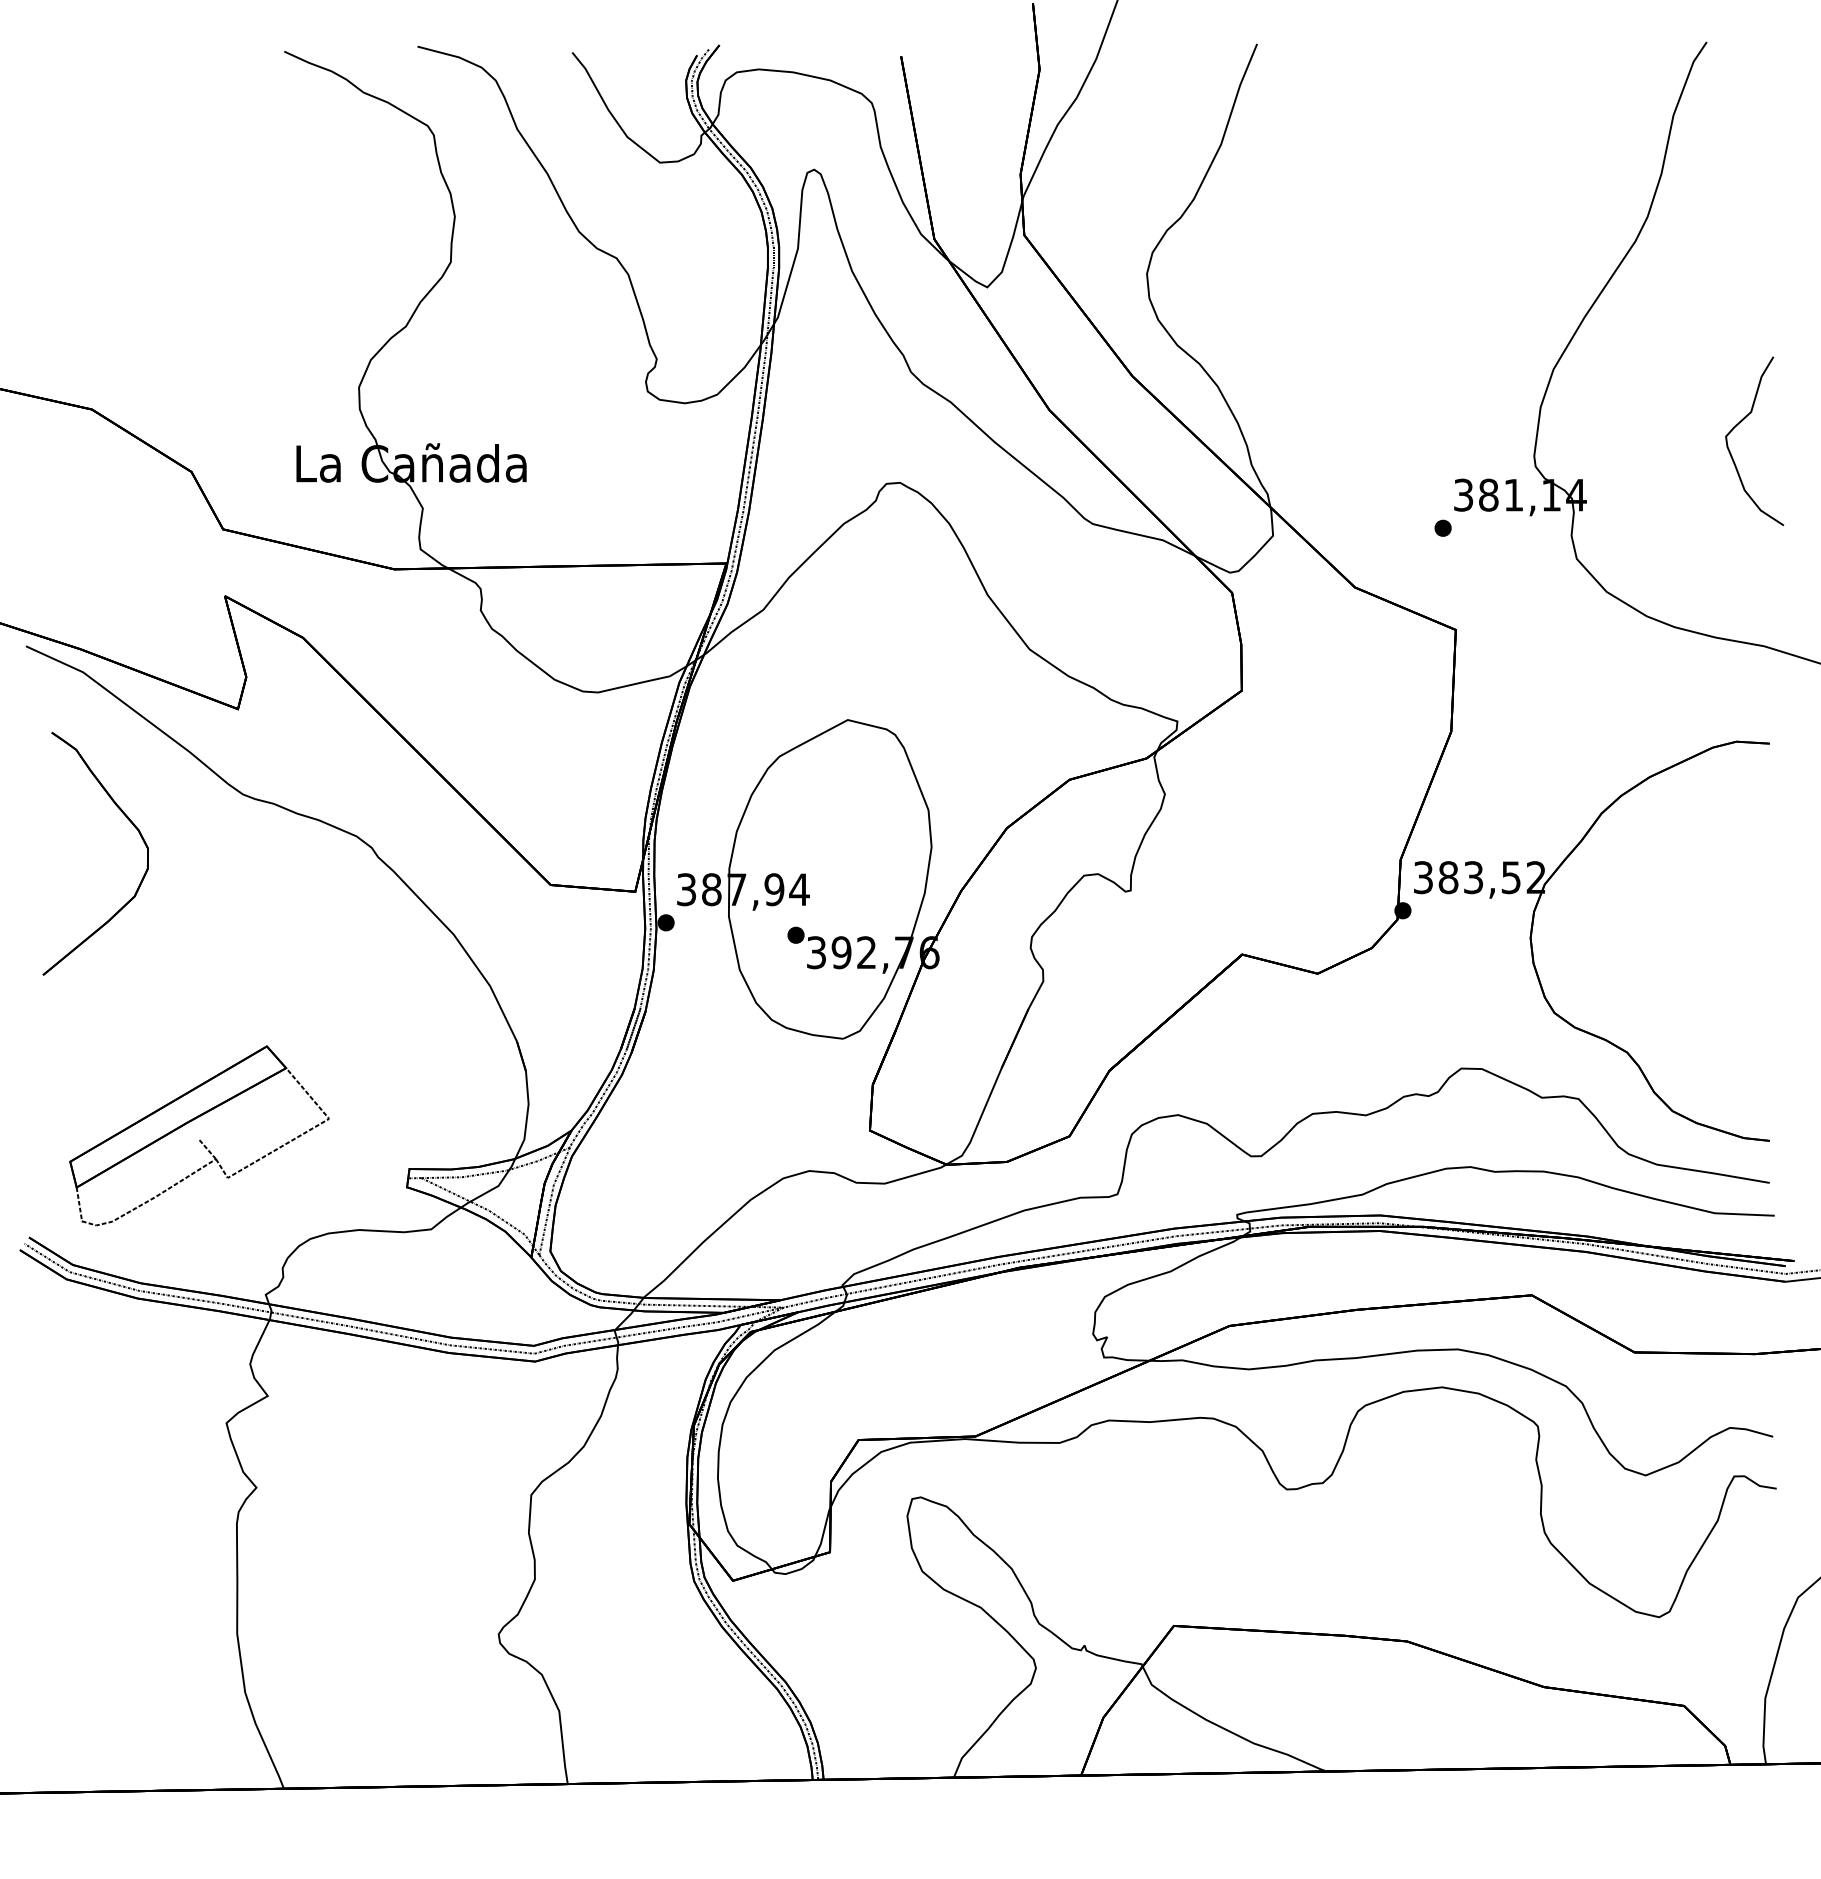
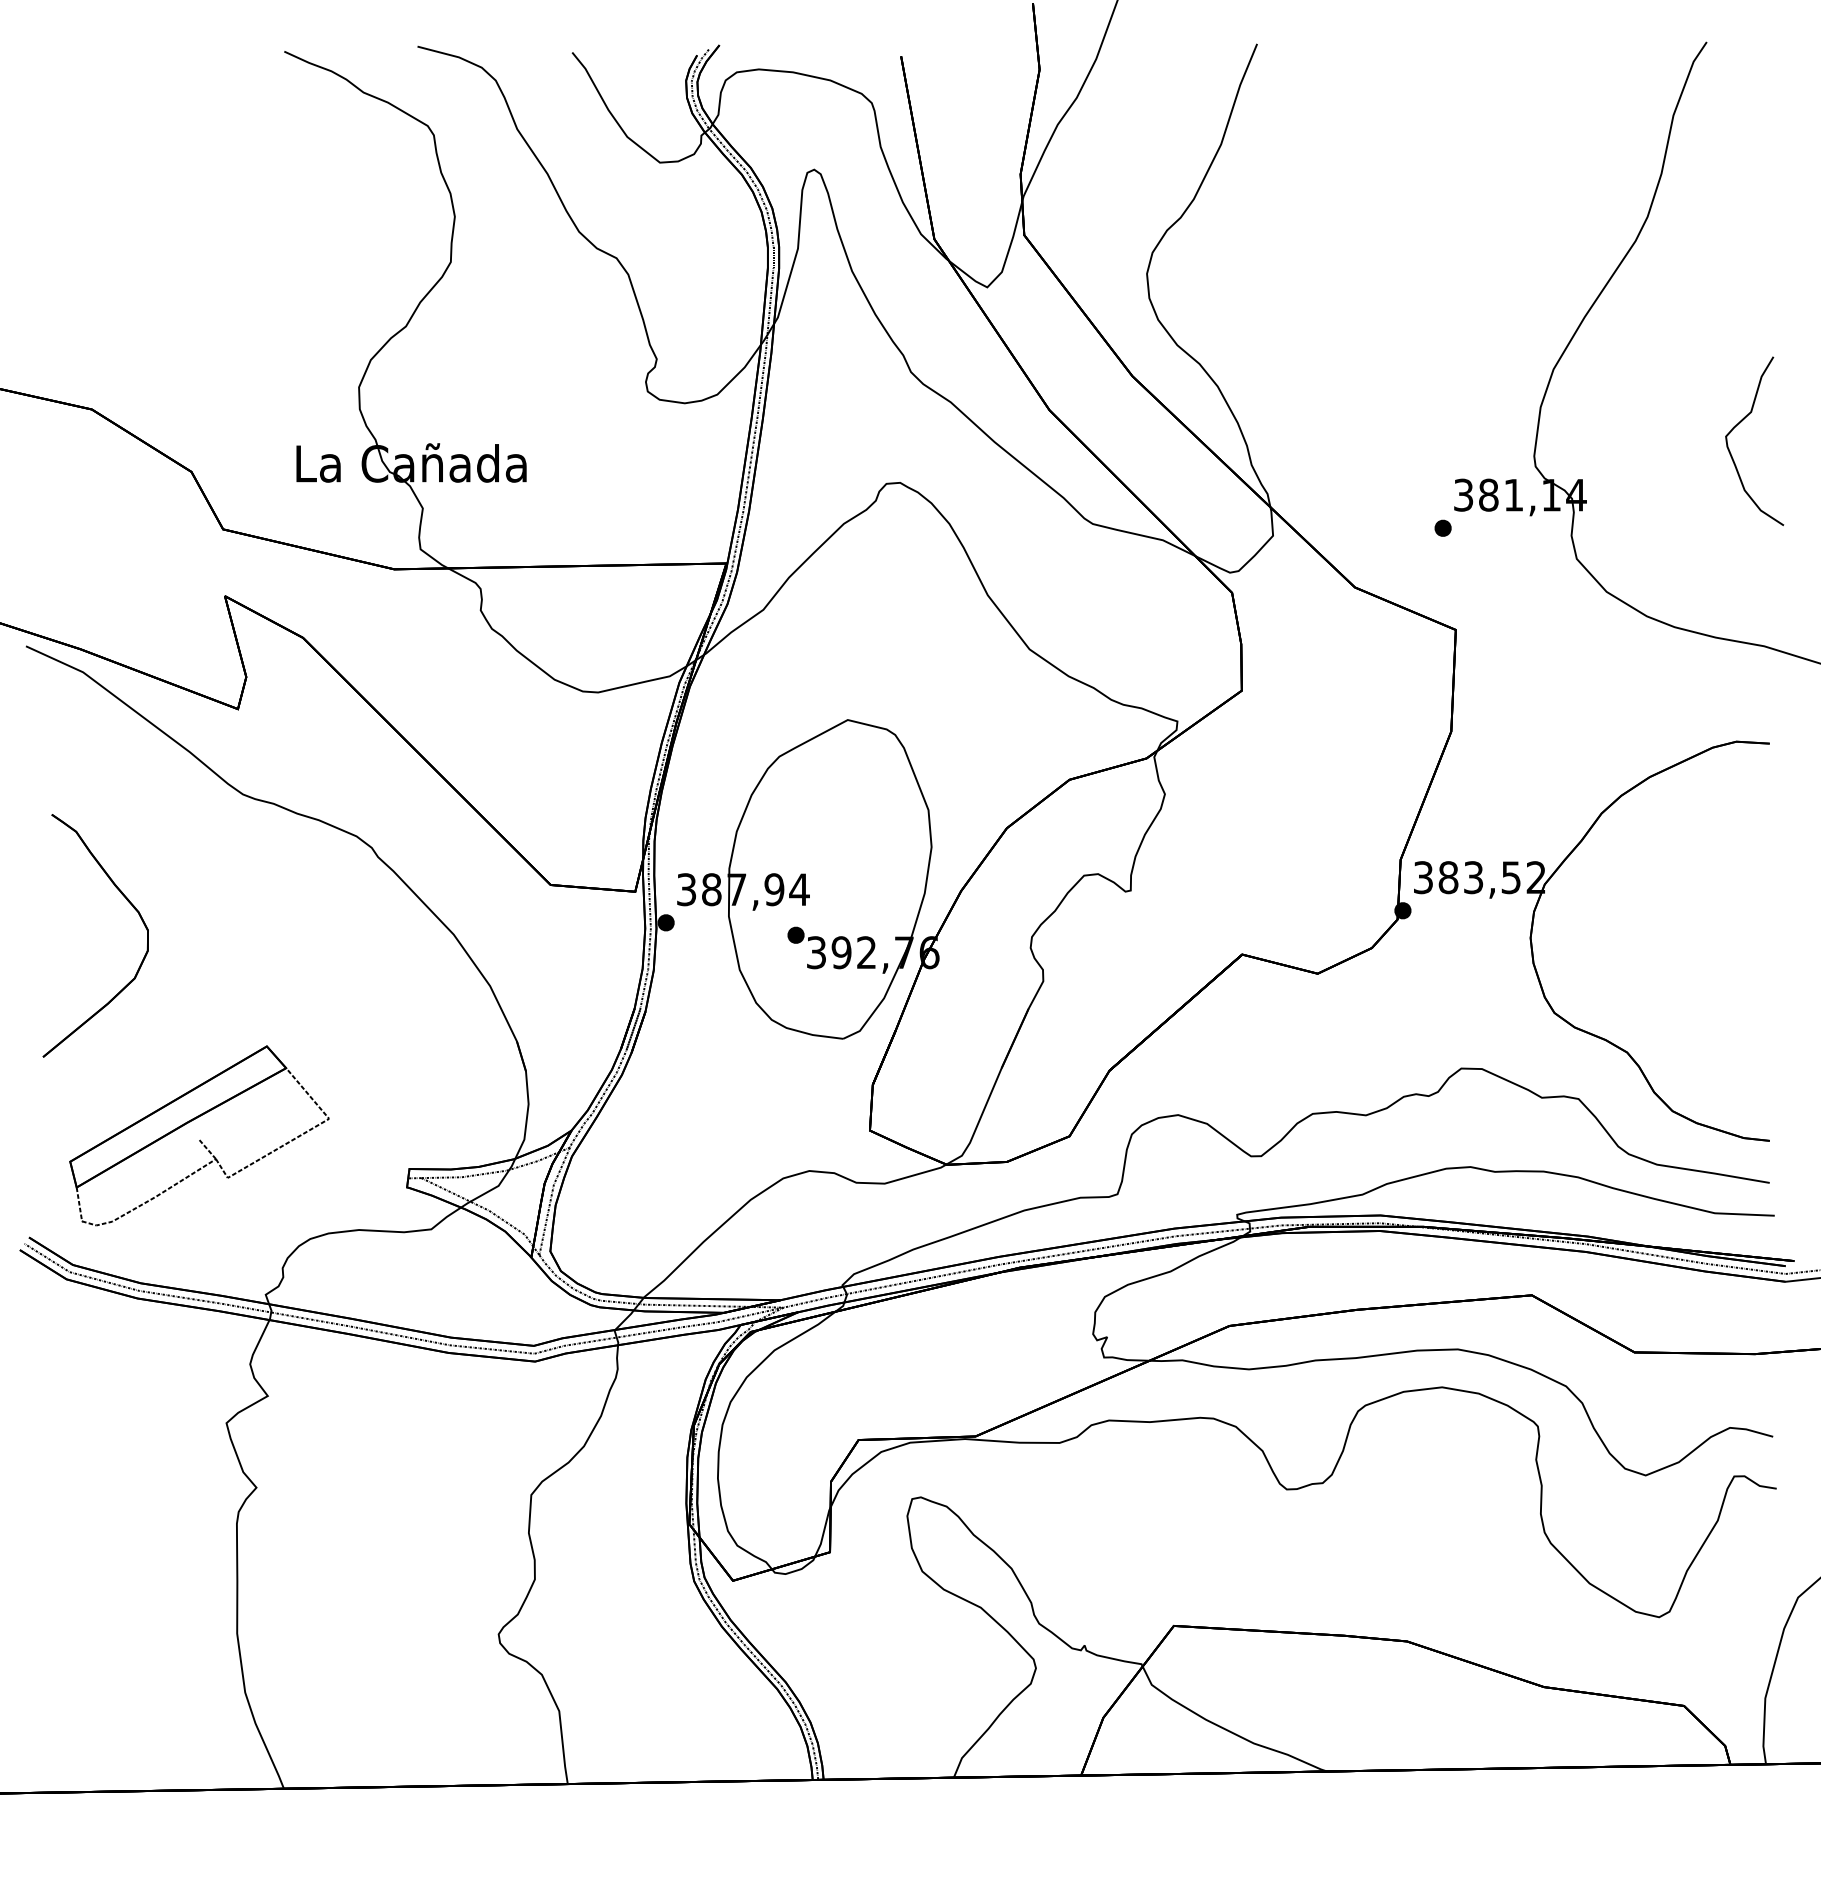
part at (133, 826) position: (133, 826) -> (133, 908)
